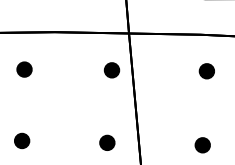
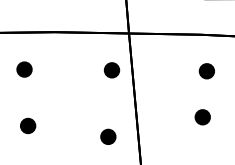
part at (22, 140) position: (22, 140) -> (28, 125)
part at (107, 142) position: (107, 142) -> (108, 136)
part at (202, 145) position: (202, 145) -> (202, 117)
